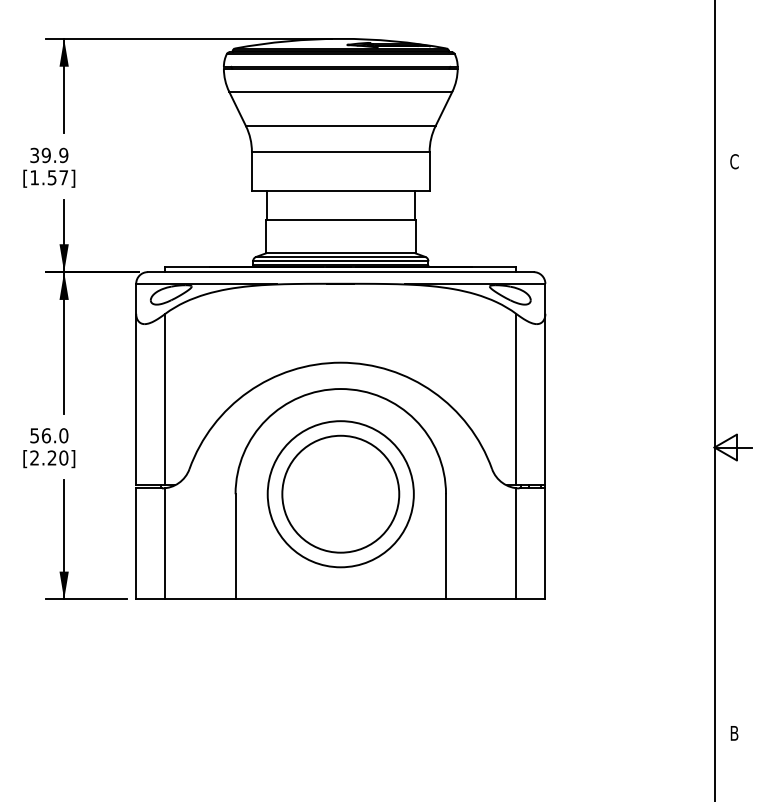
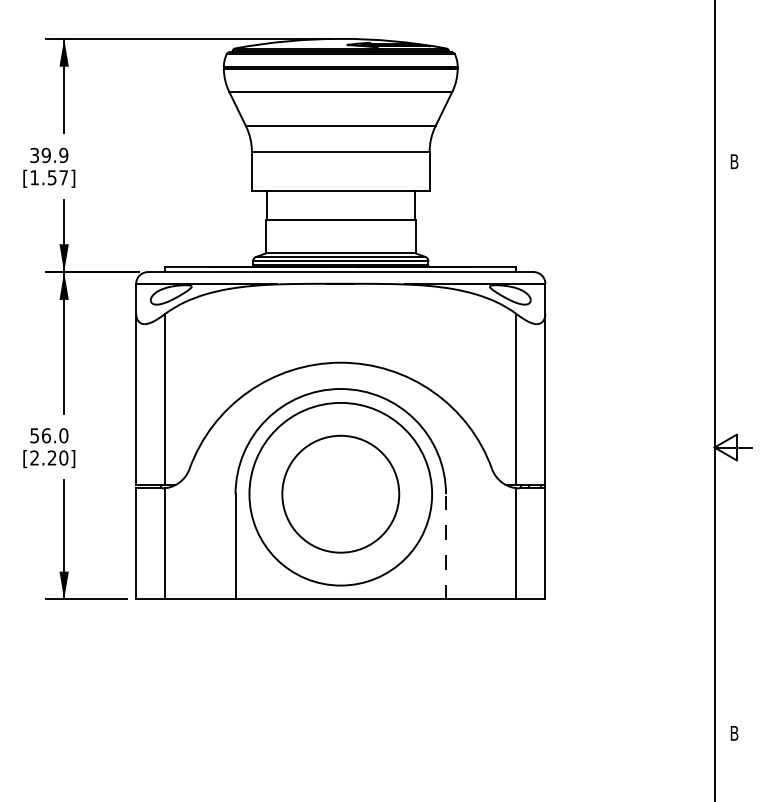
text at (734, 161): C -> B
circle at (340, 494) diameter: 146 px -> 183 px
line at (446, 546): solid -> dashed
